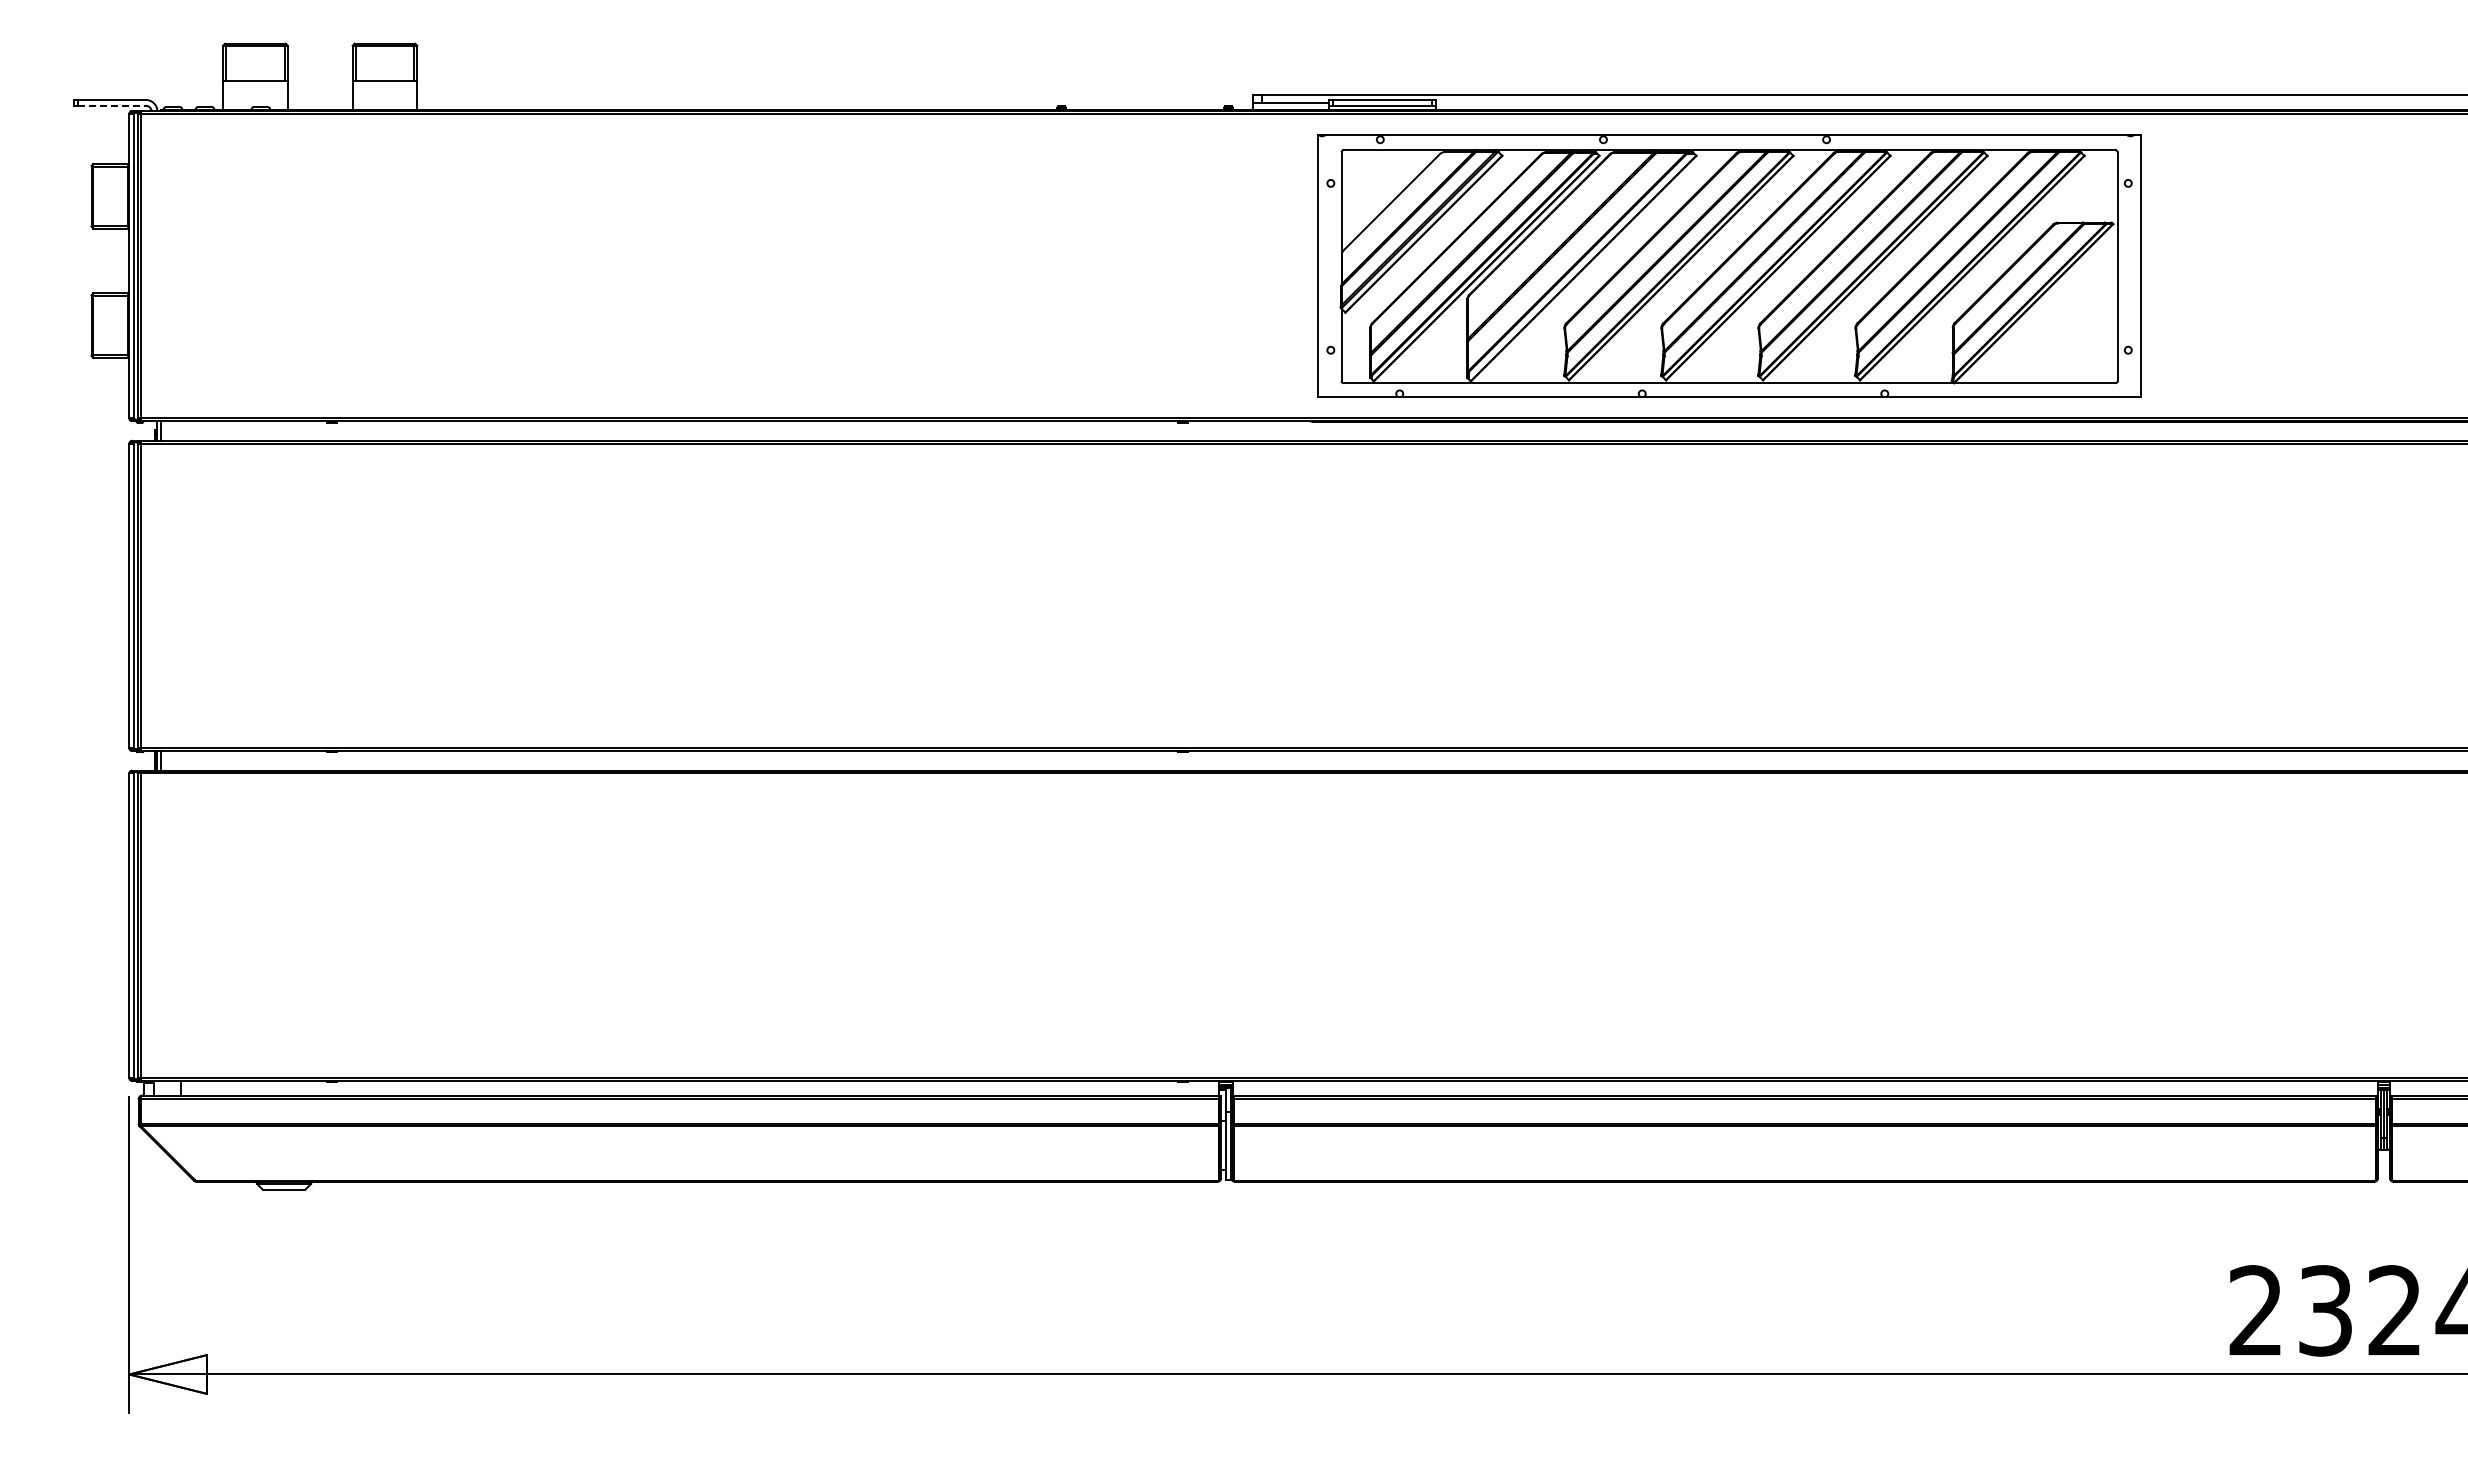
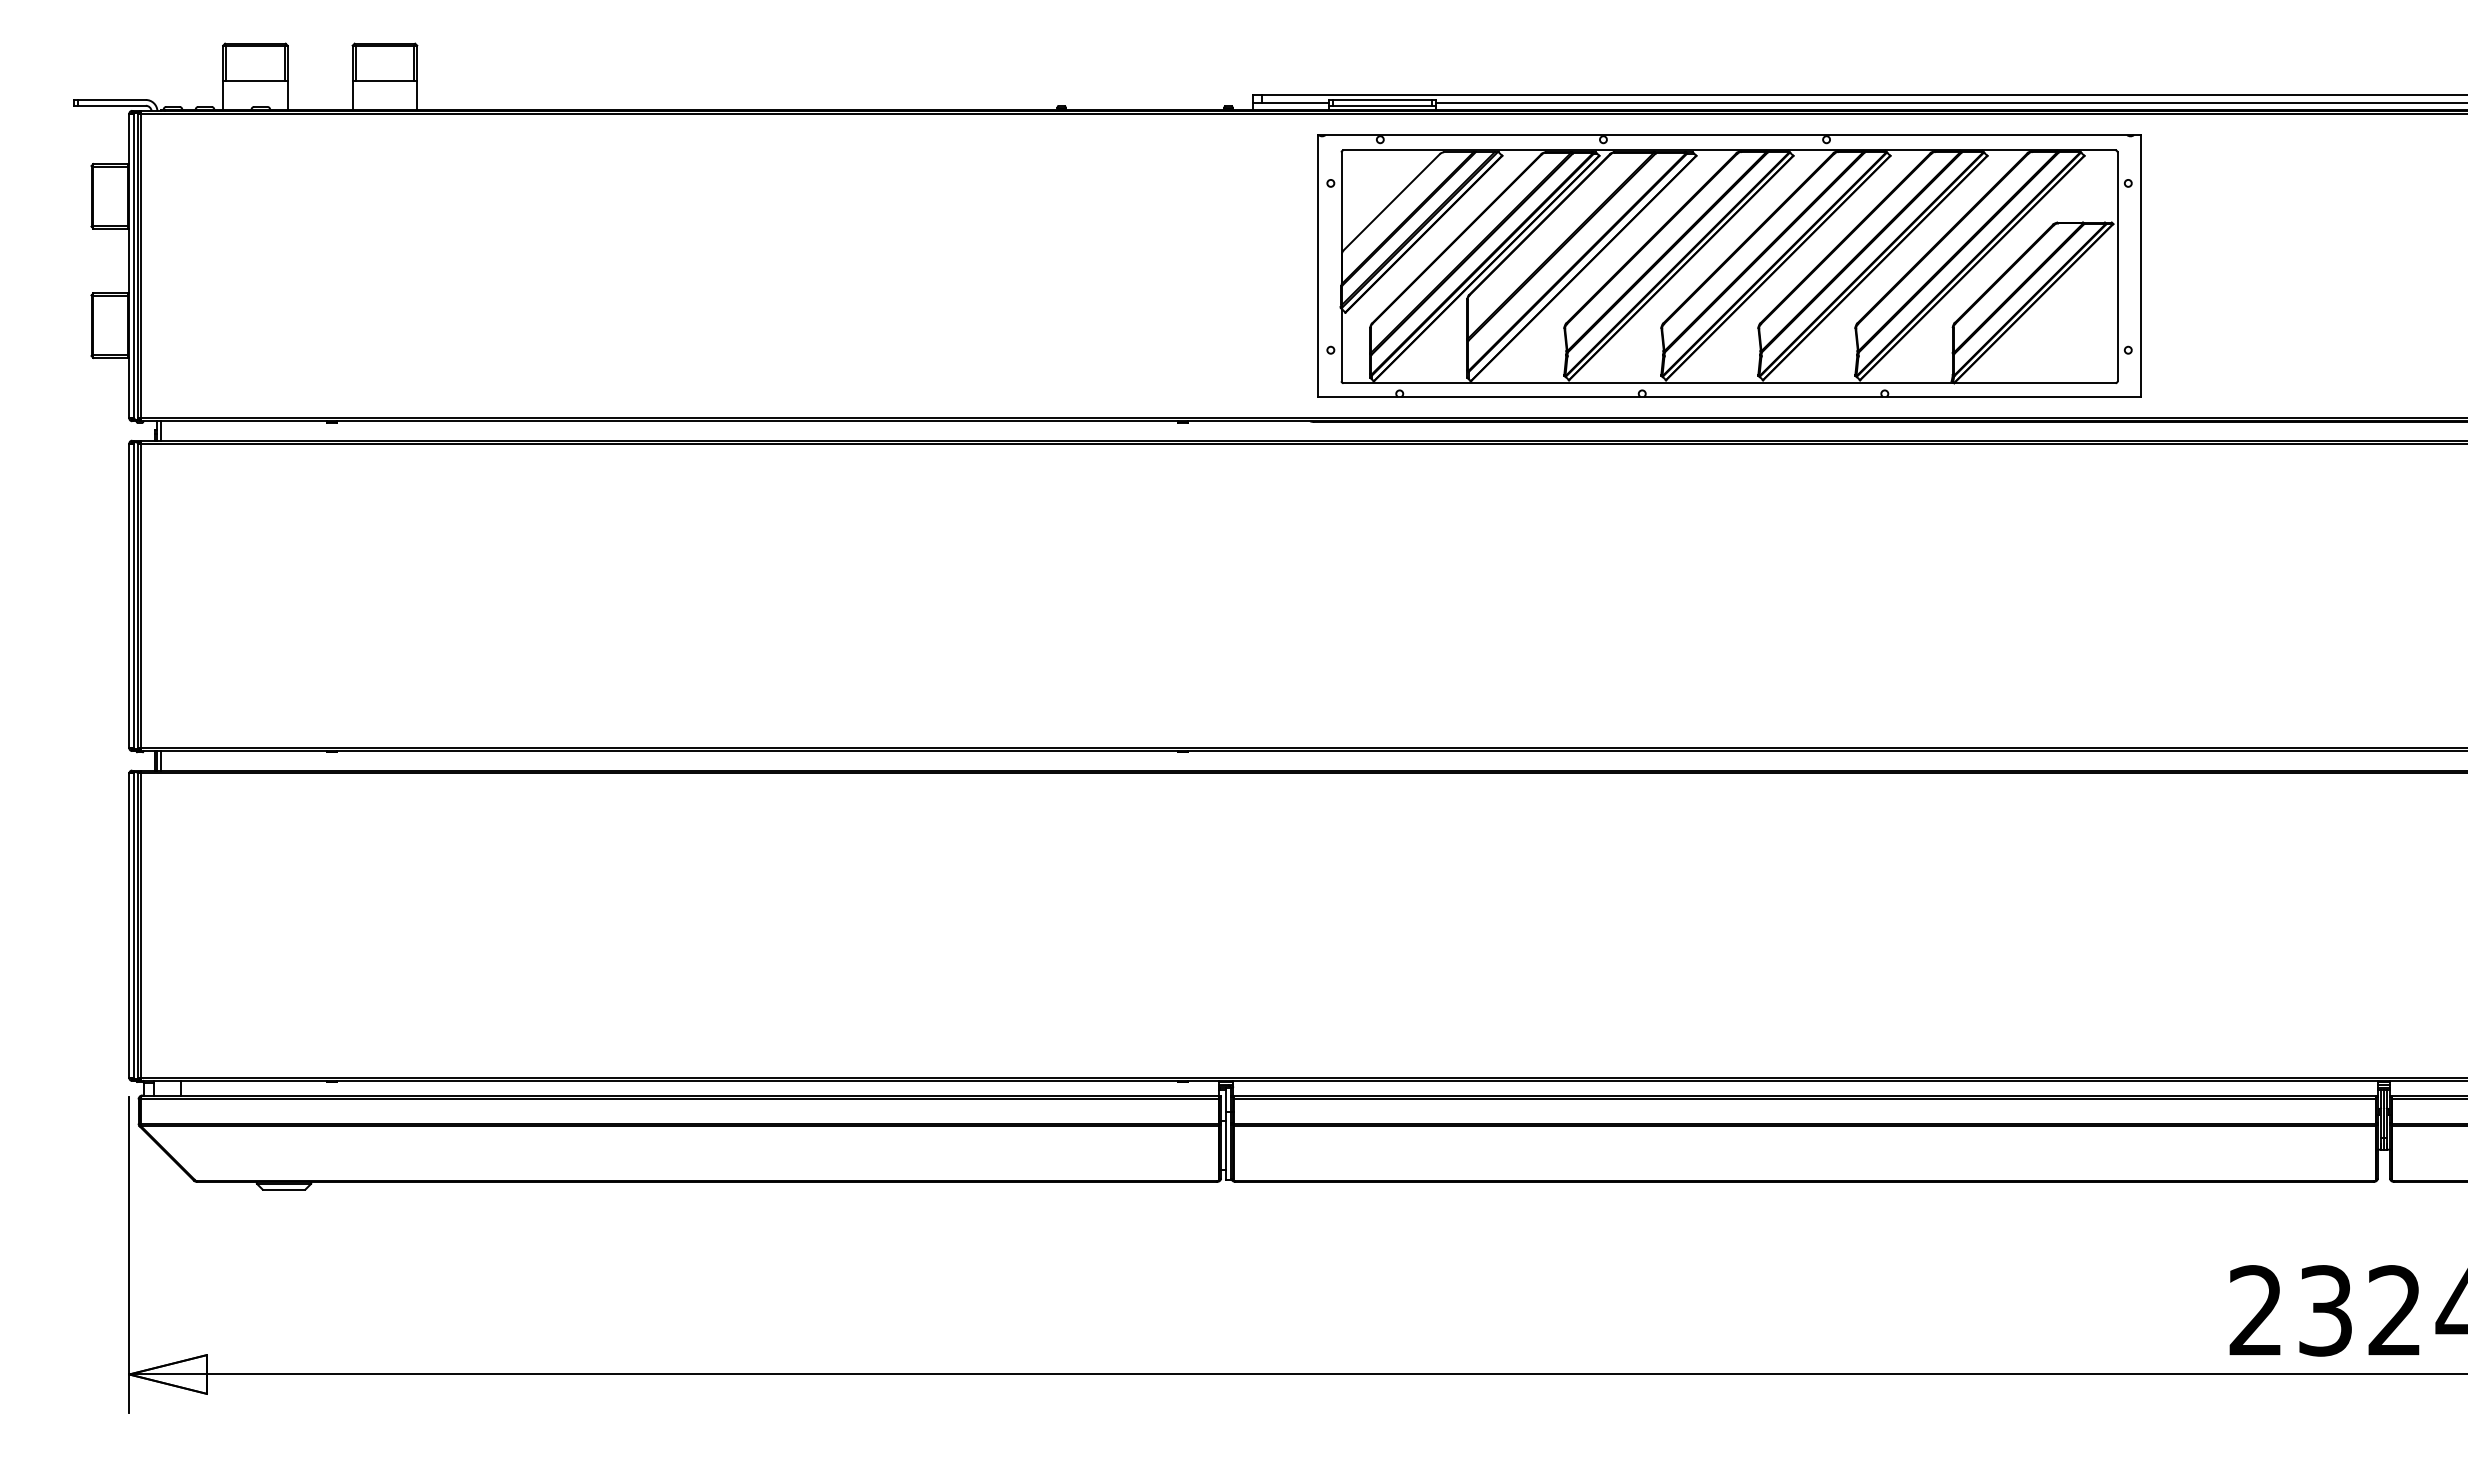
line at (1949, 103): none -> present
line at (111, 105): dashed -> solid
